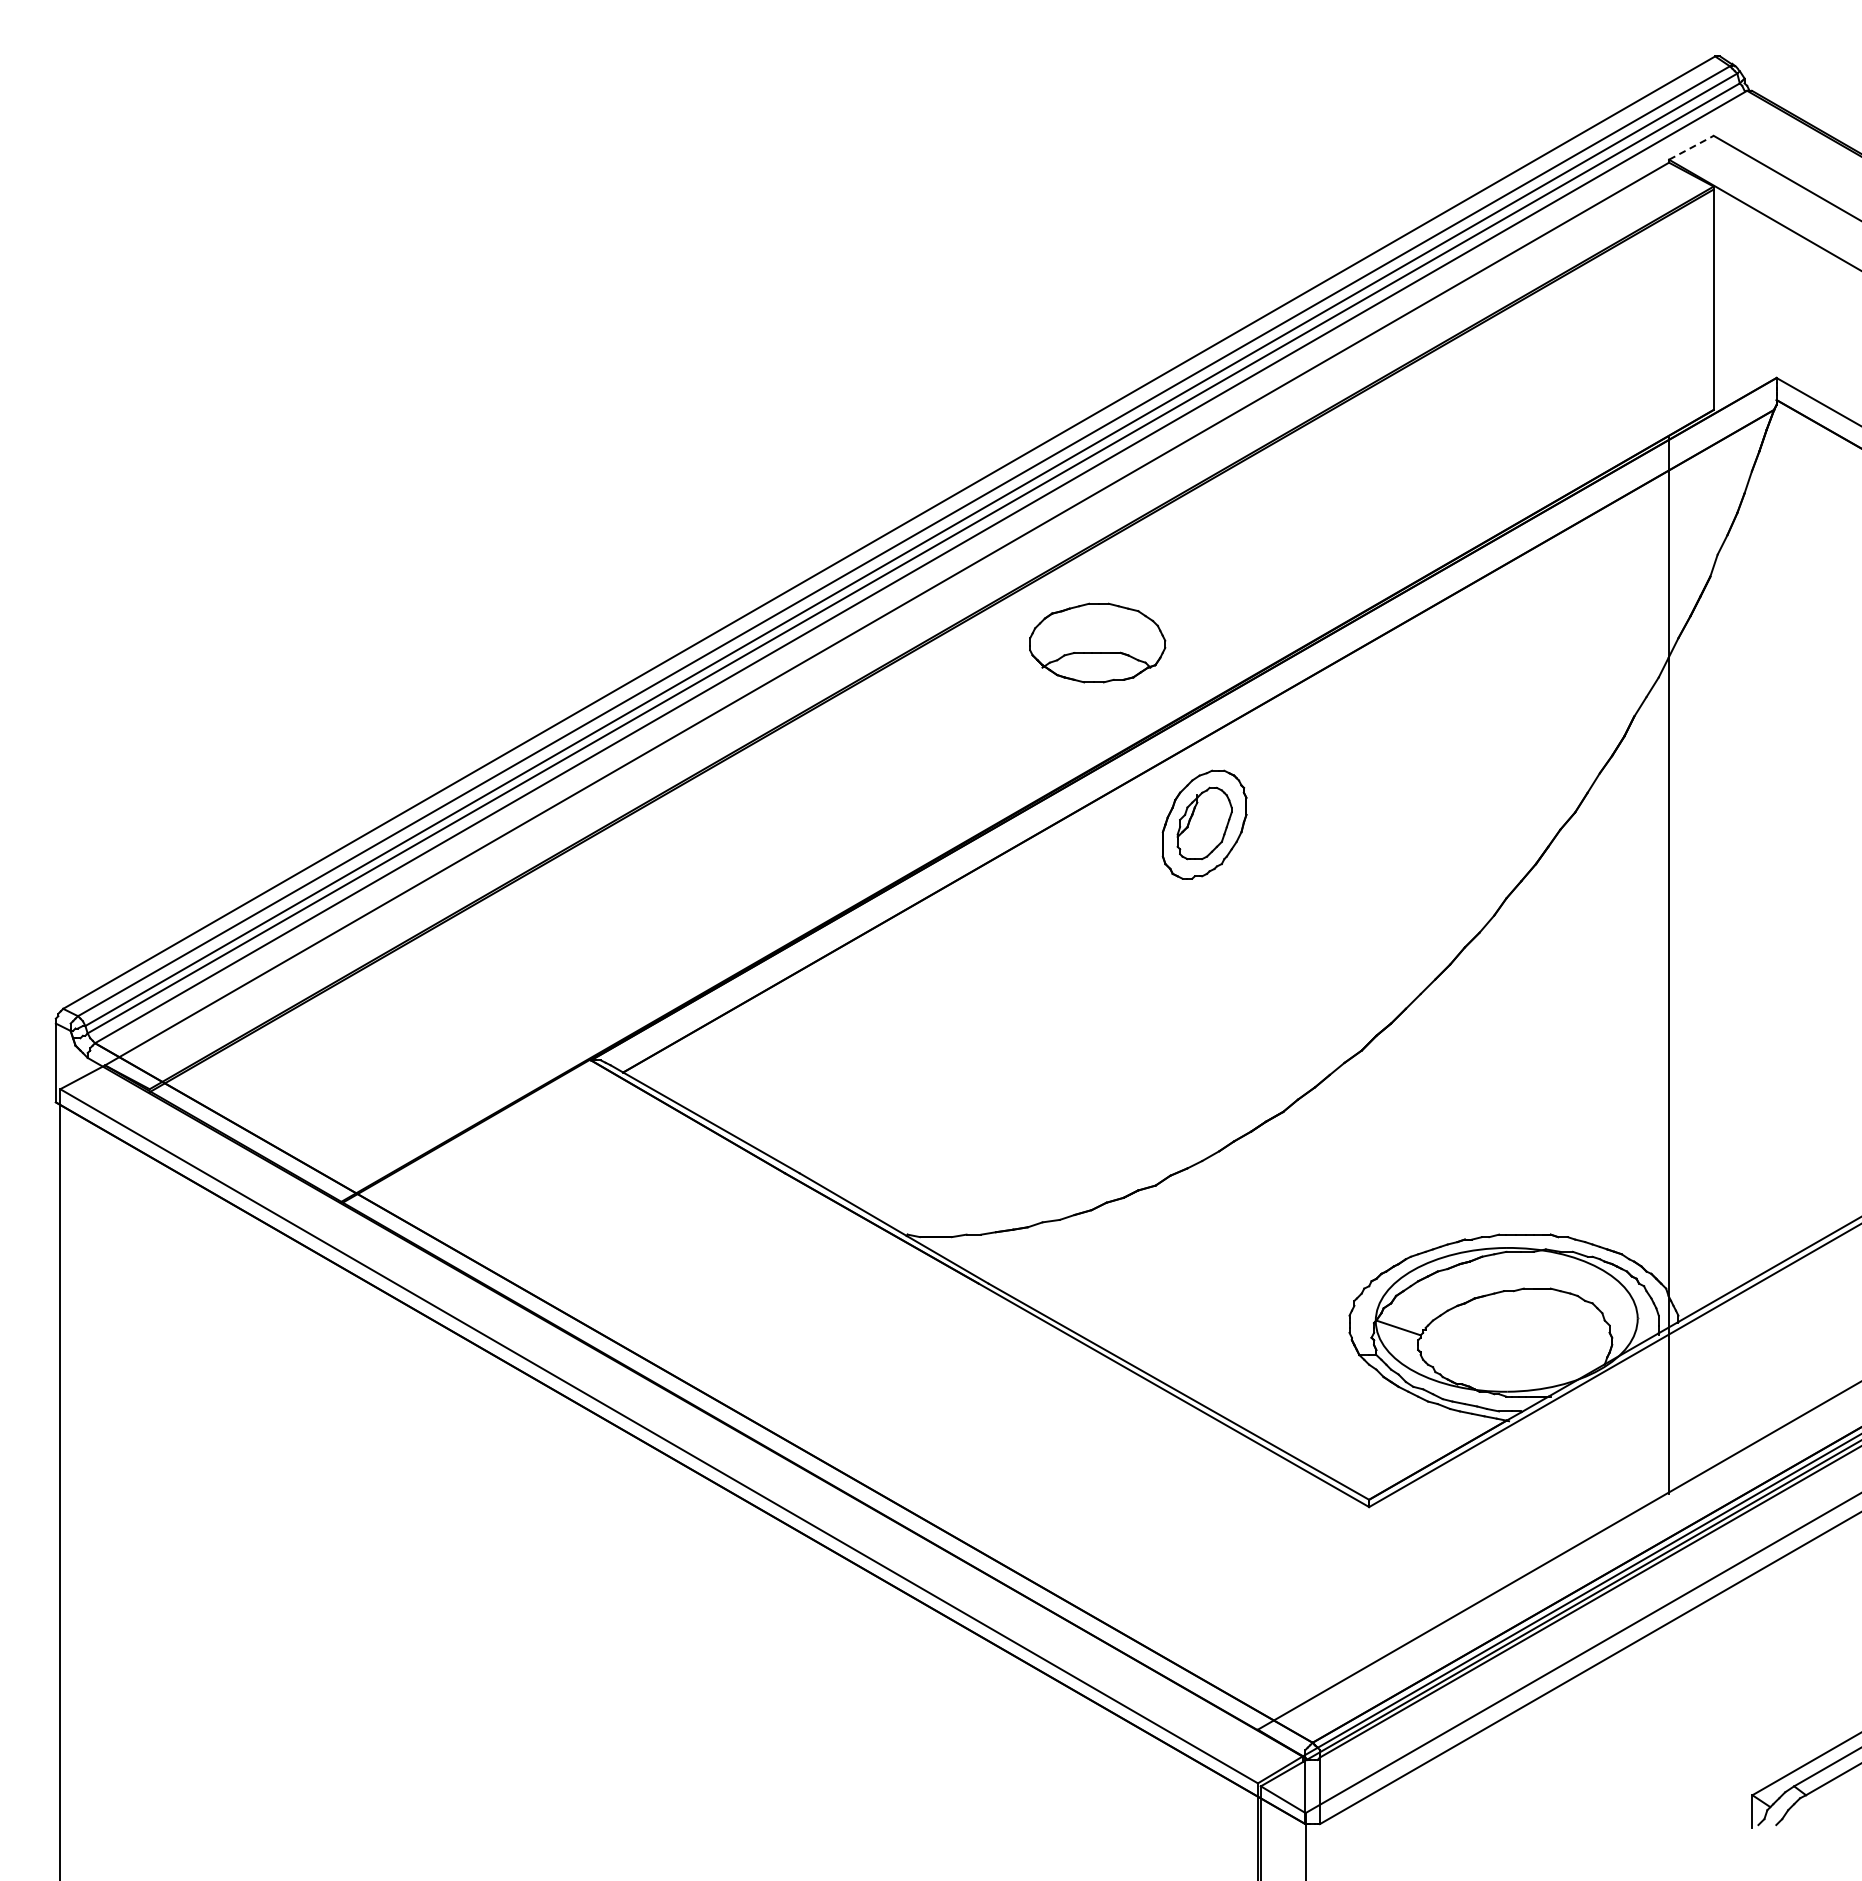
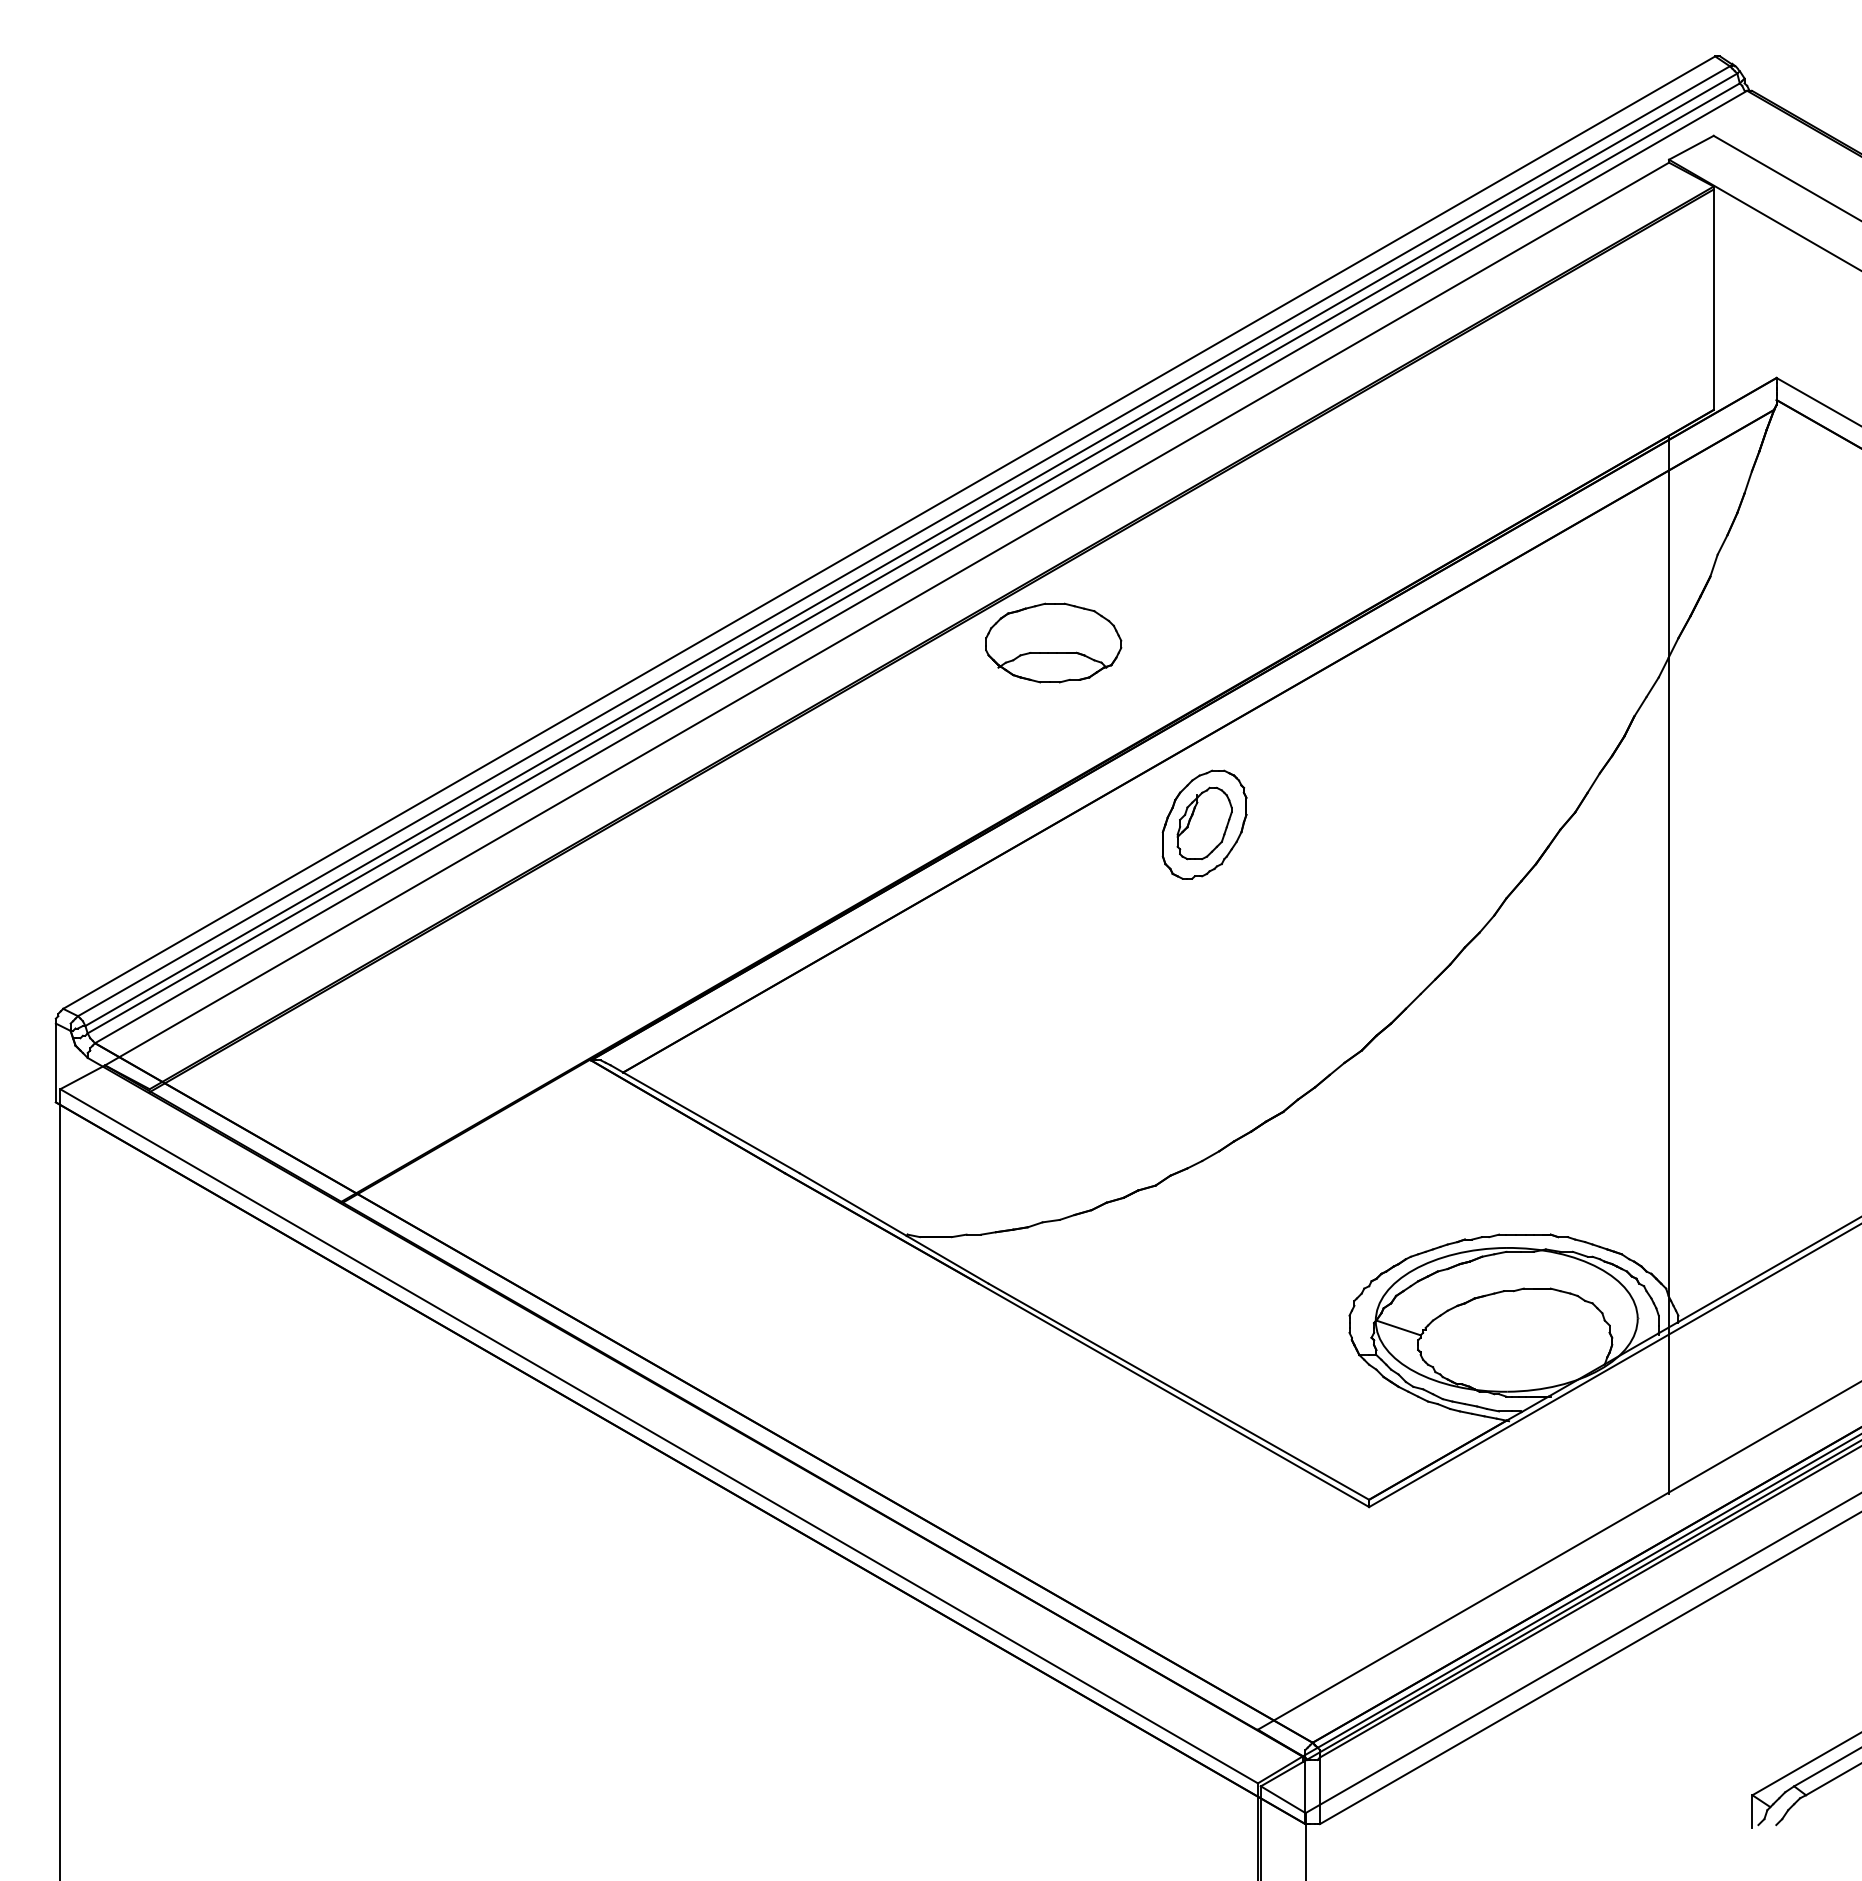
line at (1691, 147): dashed -> solid
part at (1097, 642) position: (1097, 642) -> (1053, 642)
